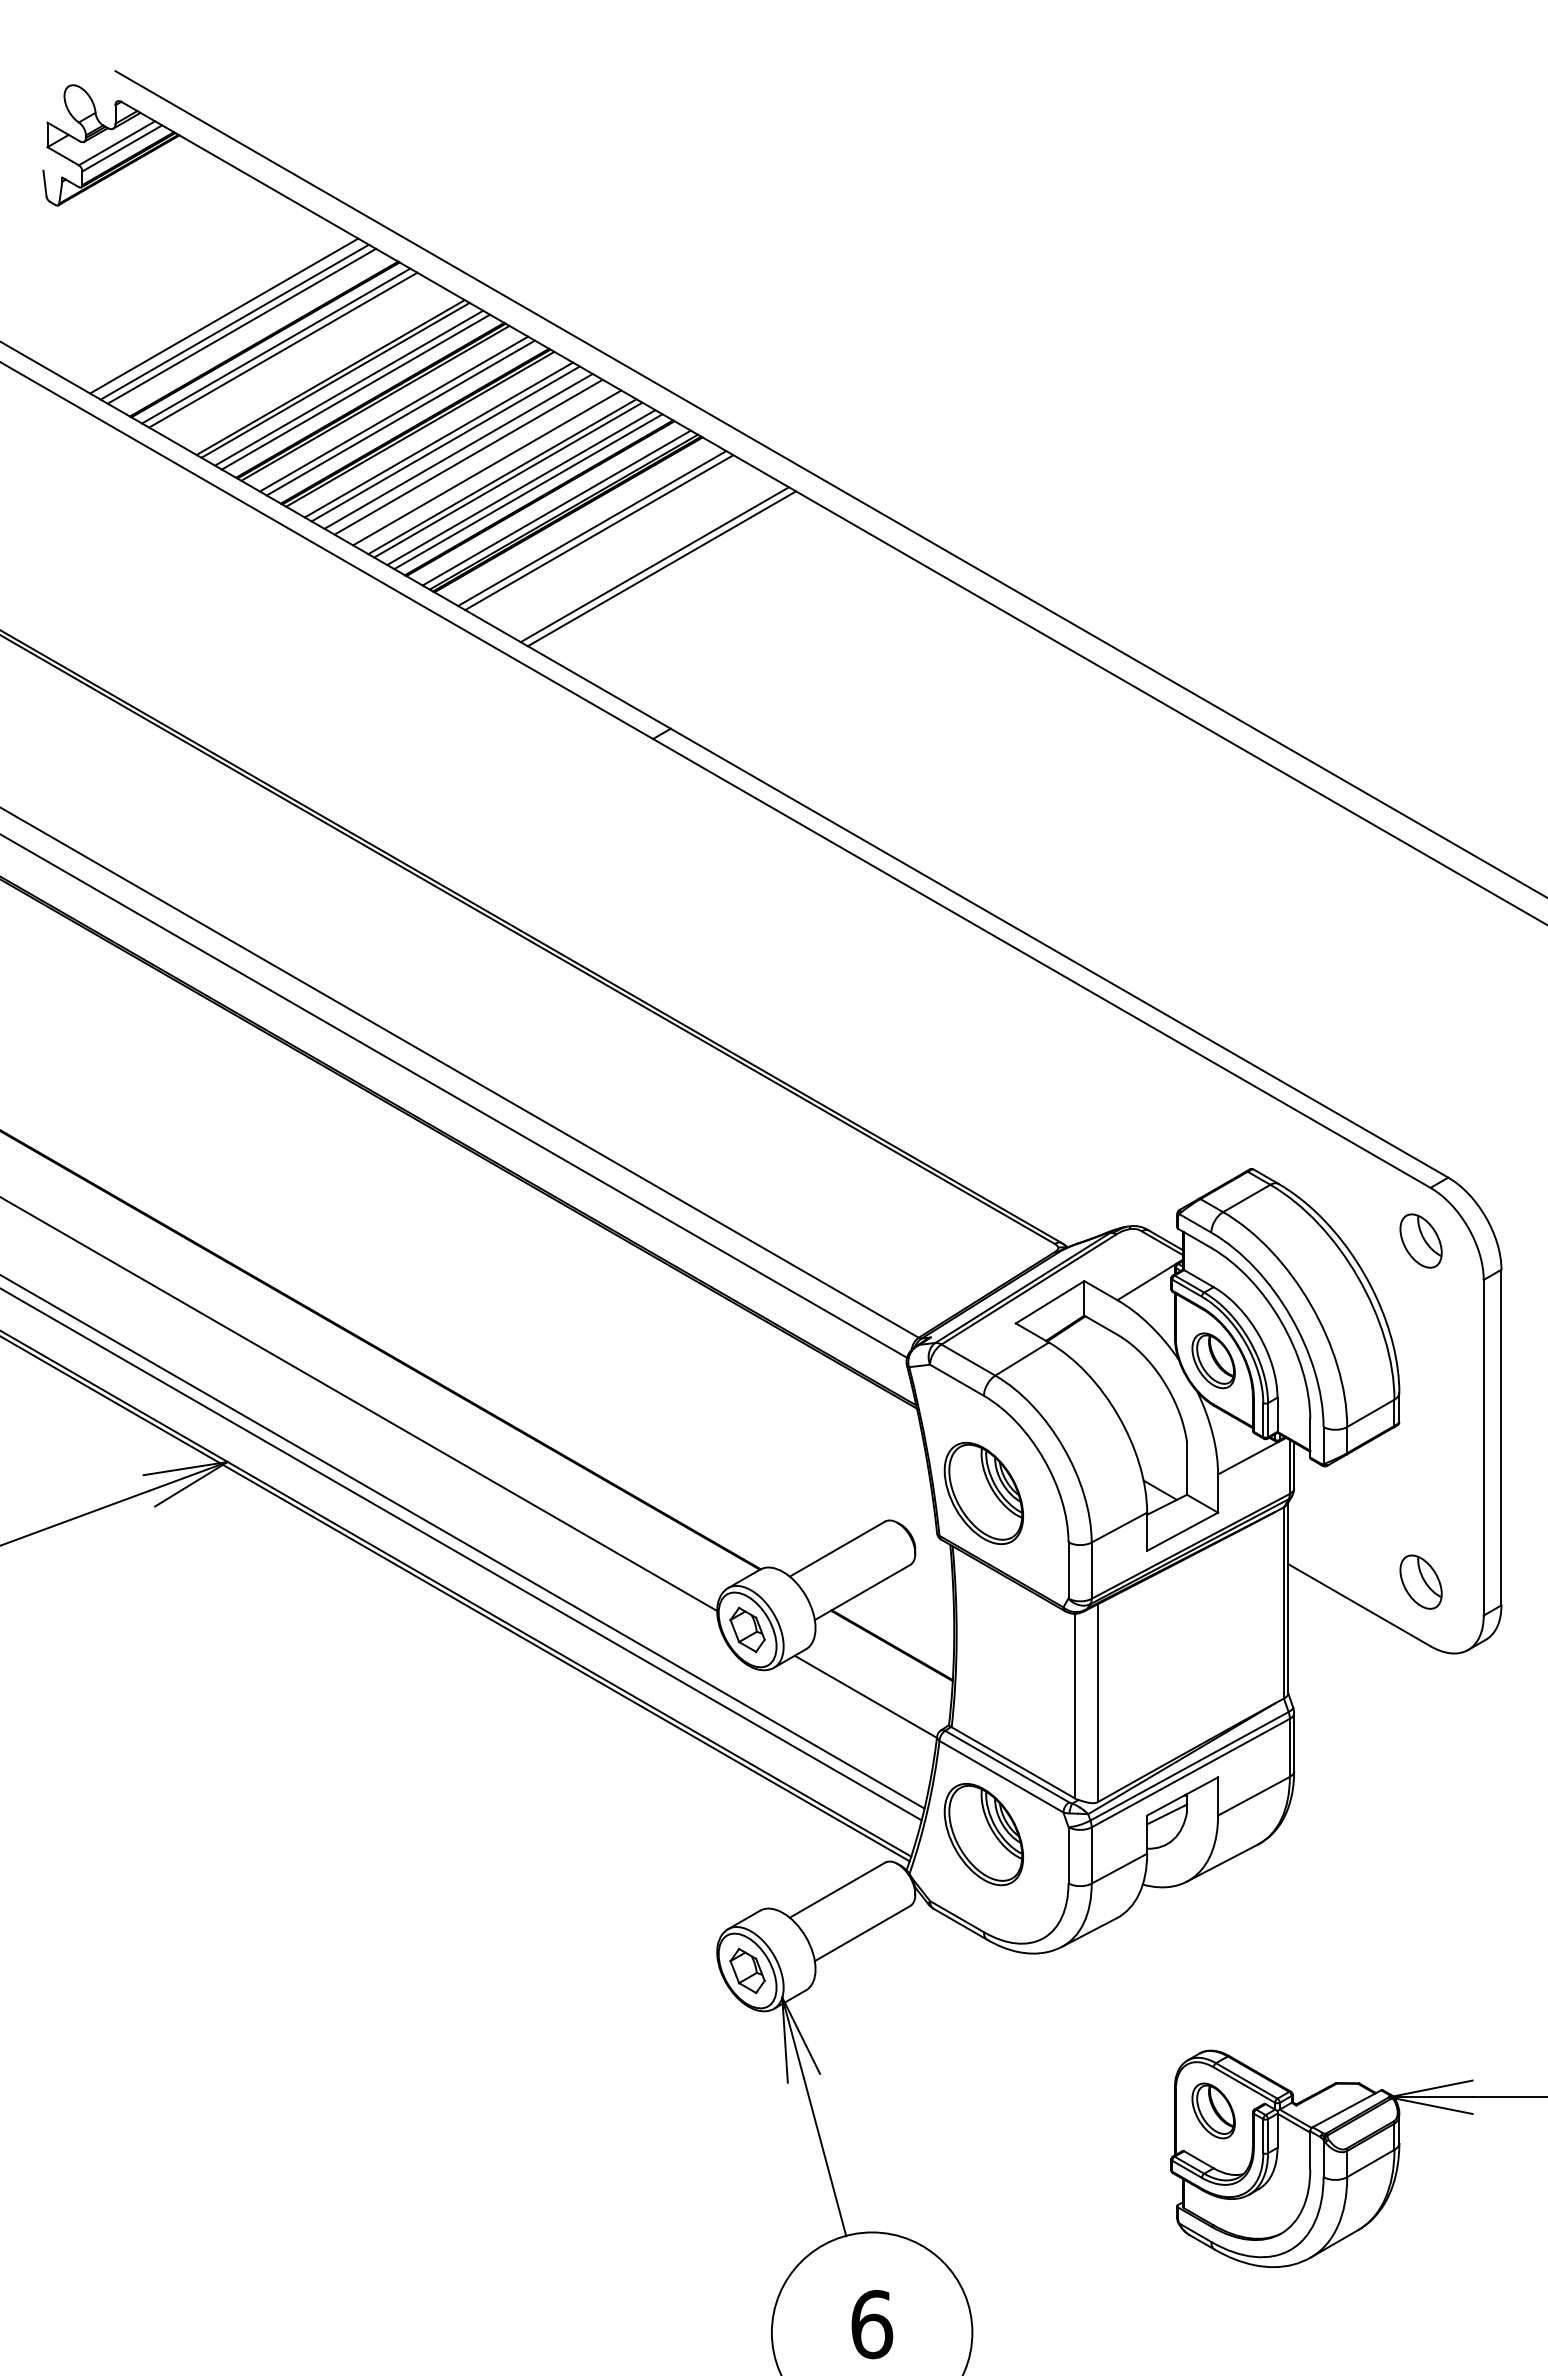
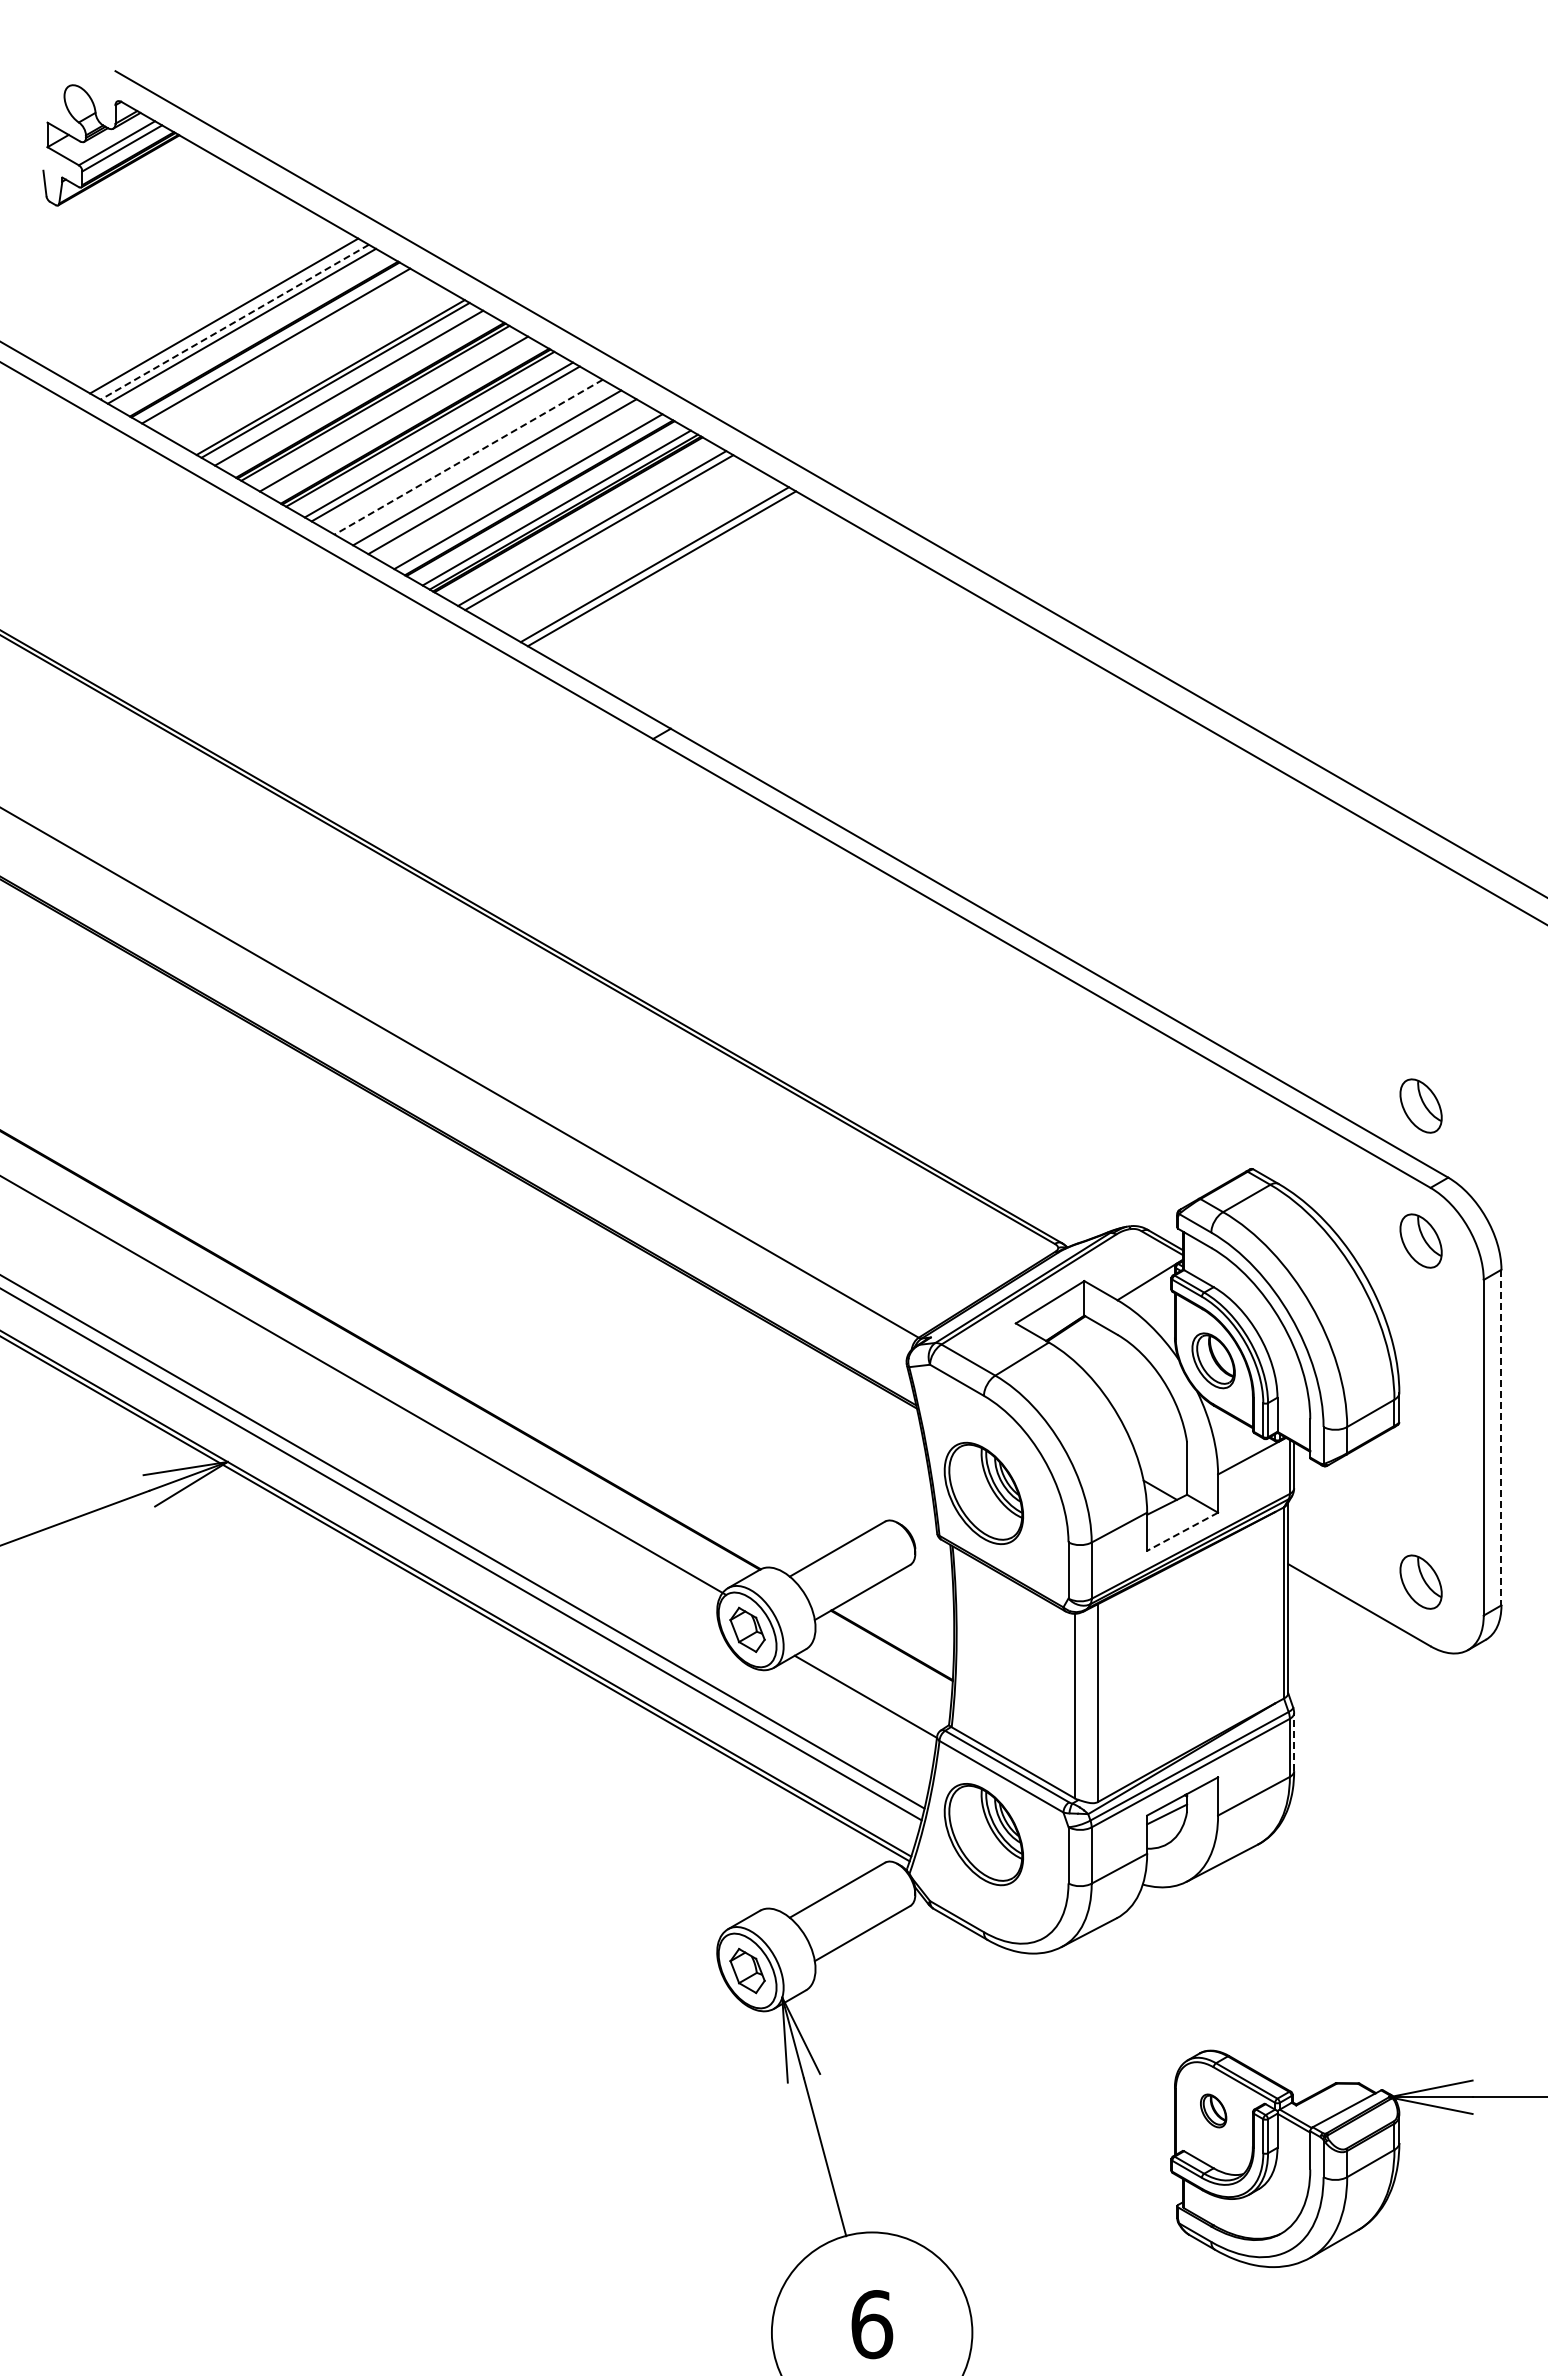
line at (234, 322): solid -> dashed
line at (283, 349): present -> none
line at (355, 391): present -> none
line at (400, 417): present -> none
line at (458, 450): present -> none
line at (468, 457): solid -> dashed
line at (508, 479): present -> none
line at (521, 487): present -> none
line at (454, 1096): present -> none
part at (1420, 1105): none -> present
line at (359, 1404) position: (359, 1404) -> (364, 1386)
line at (1501, 1437): solid -> dashed
line at (1182, 1532): solid -> dashed
line at (1294, 1741): solid -> dashed
part at (1213, 2110) size: 45x58 px -> 28x36 px
